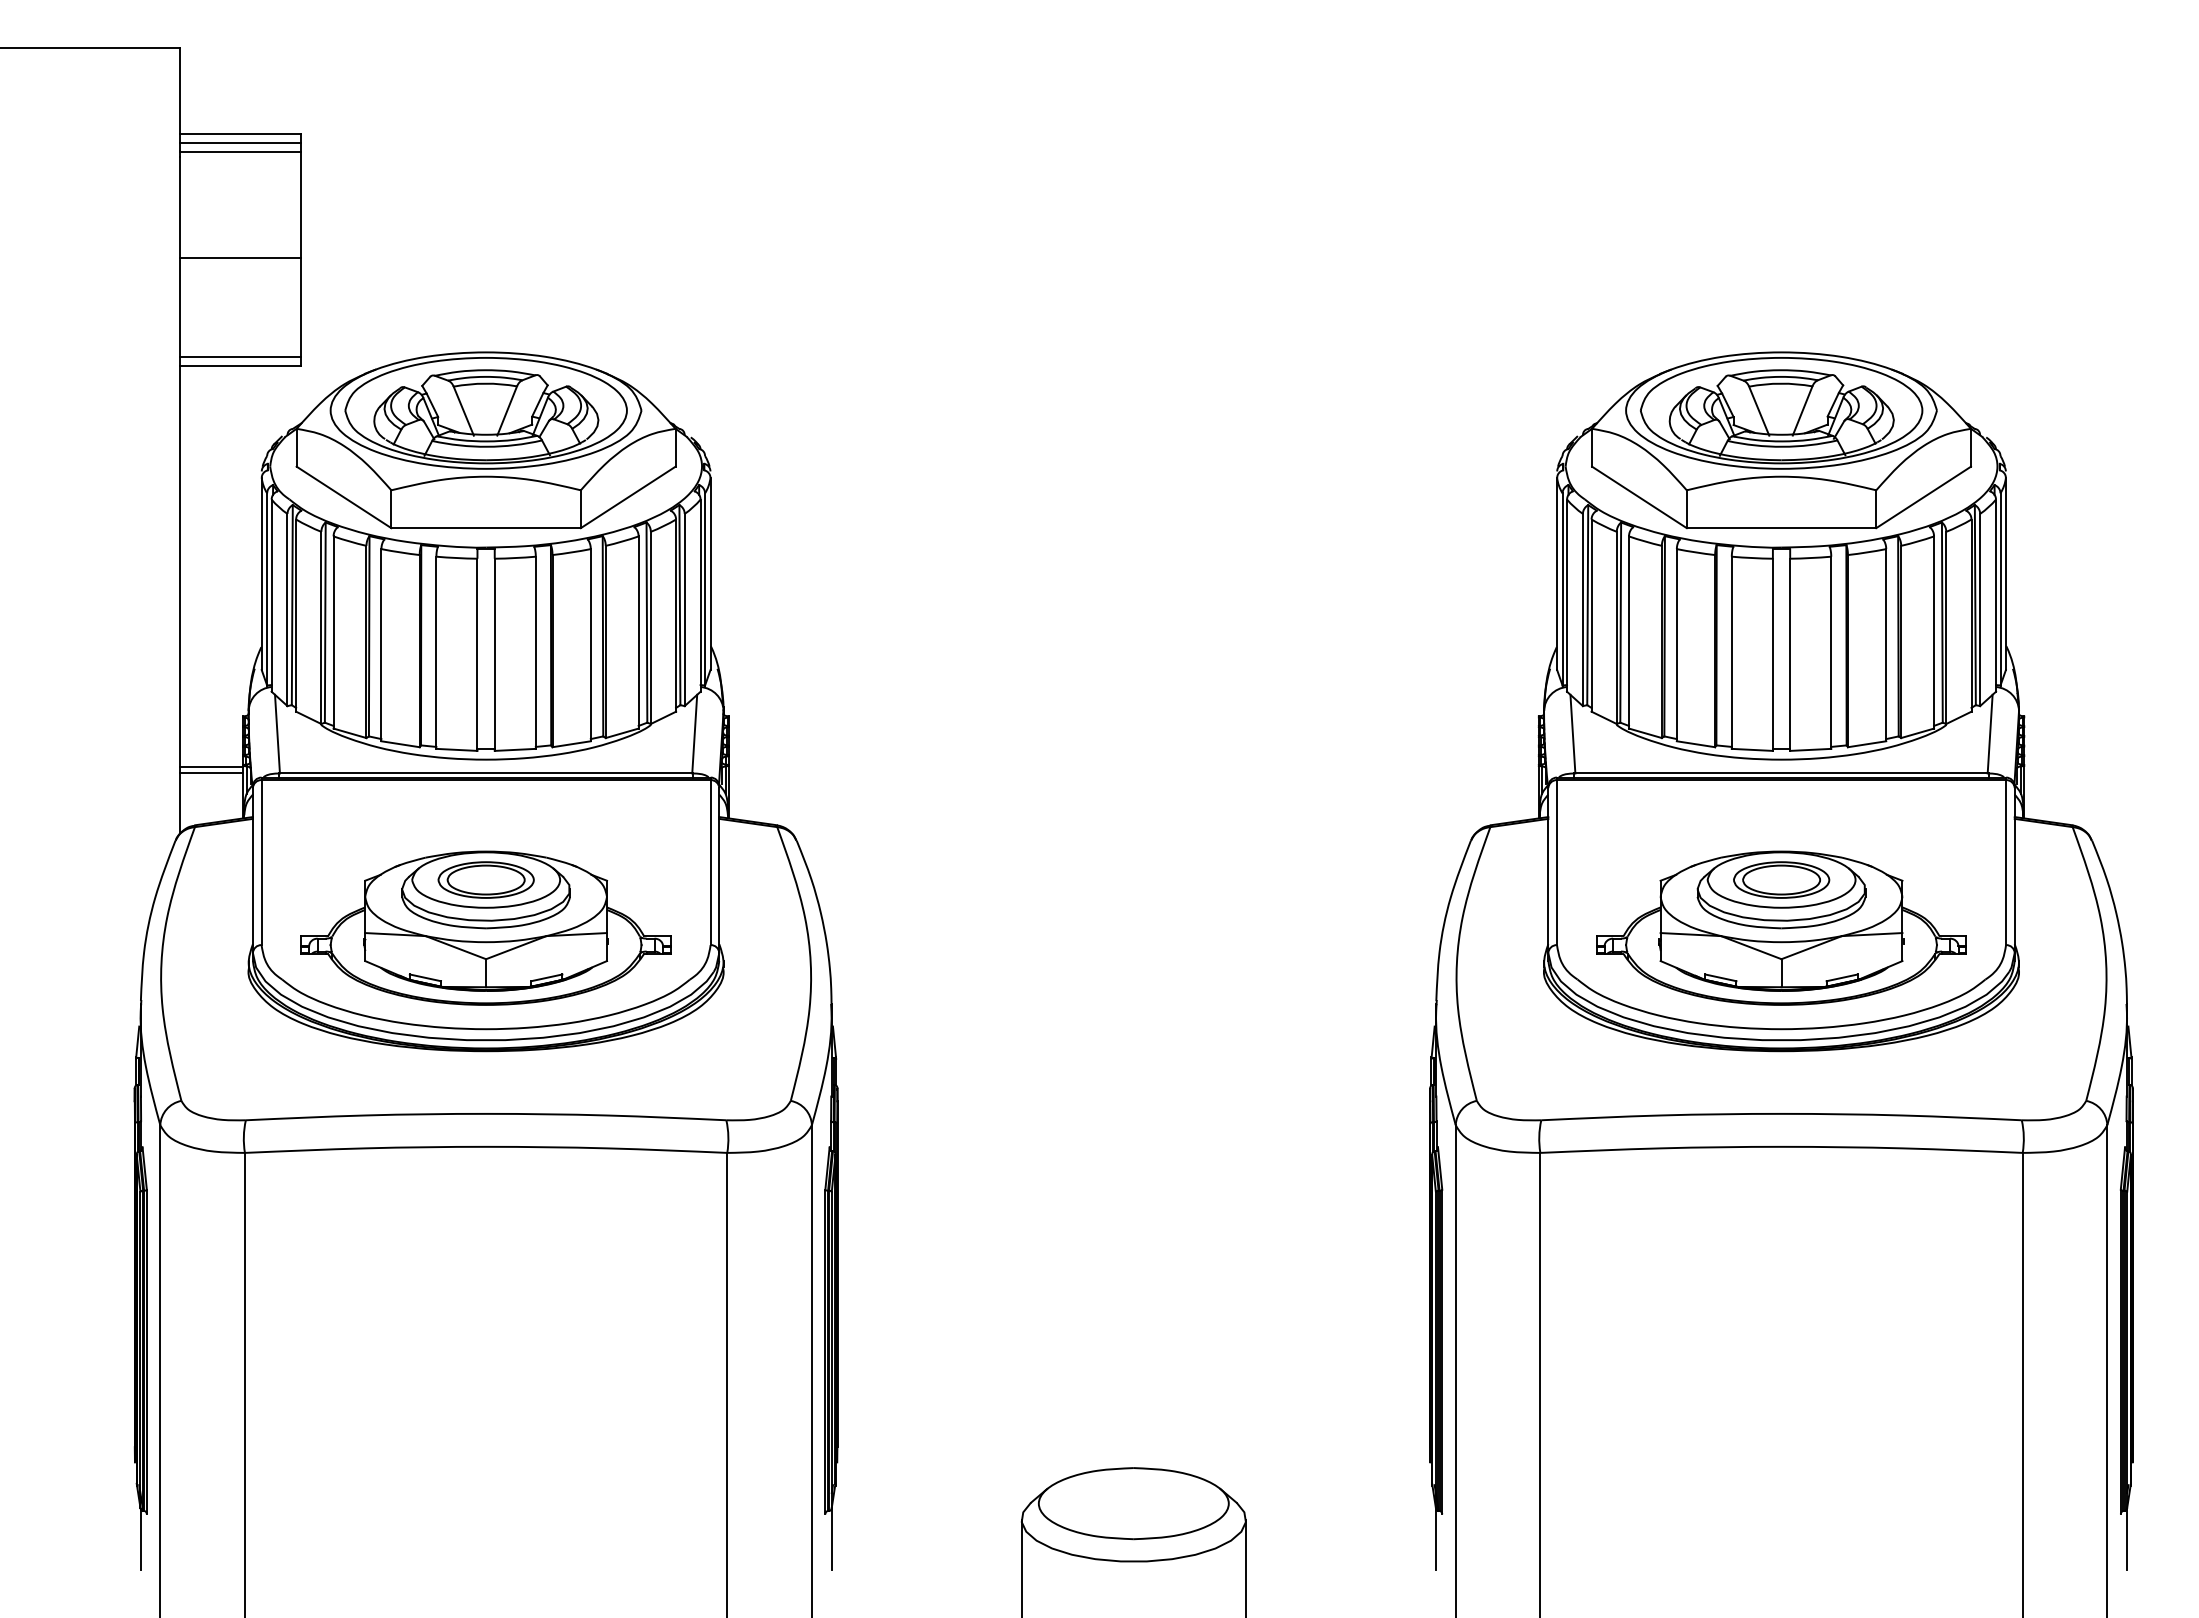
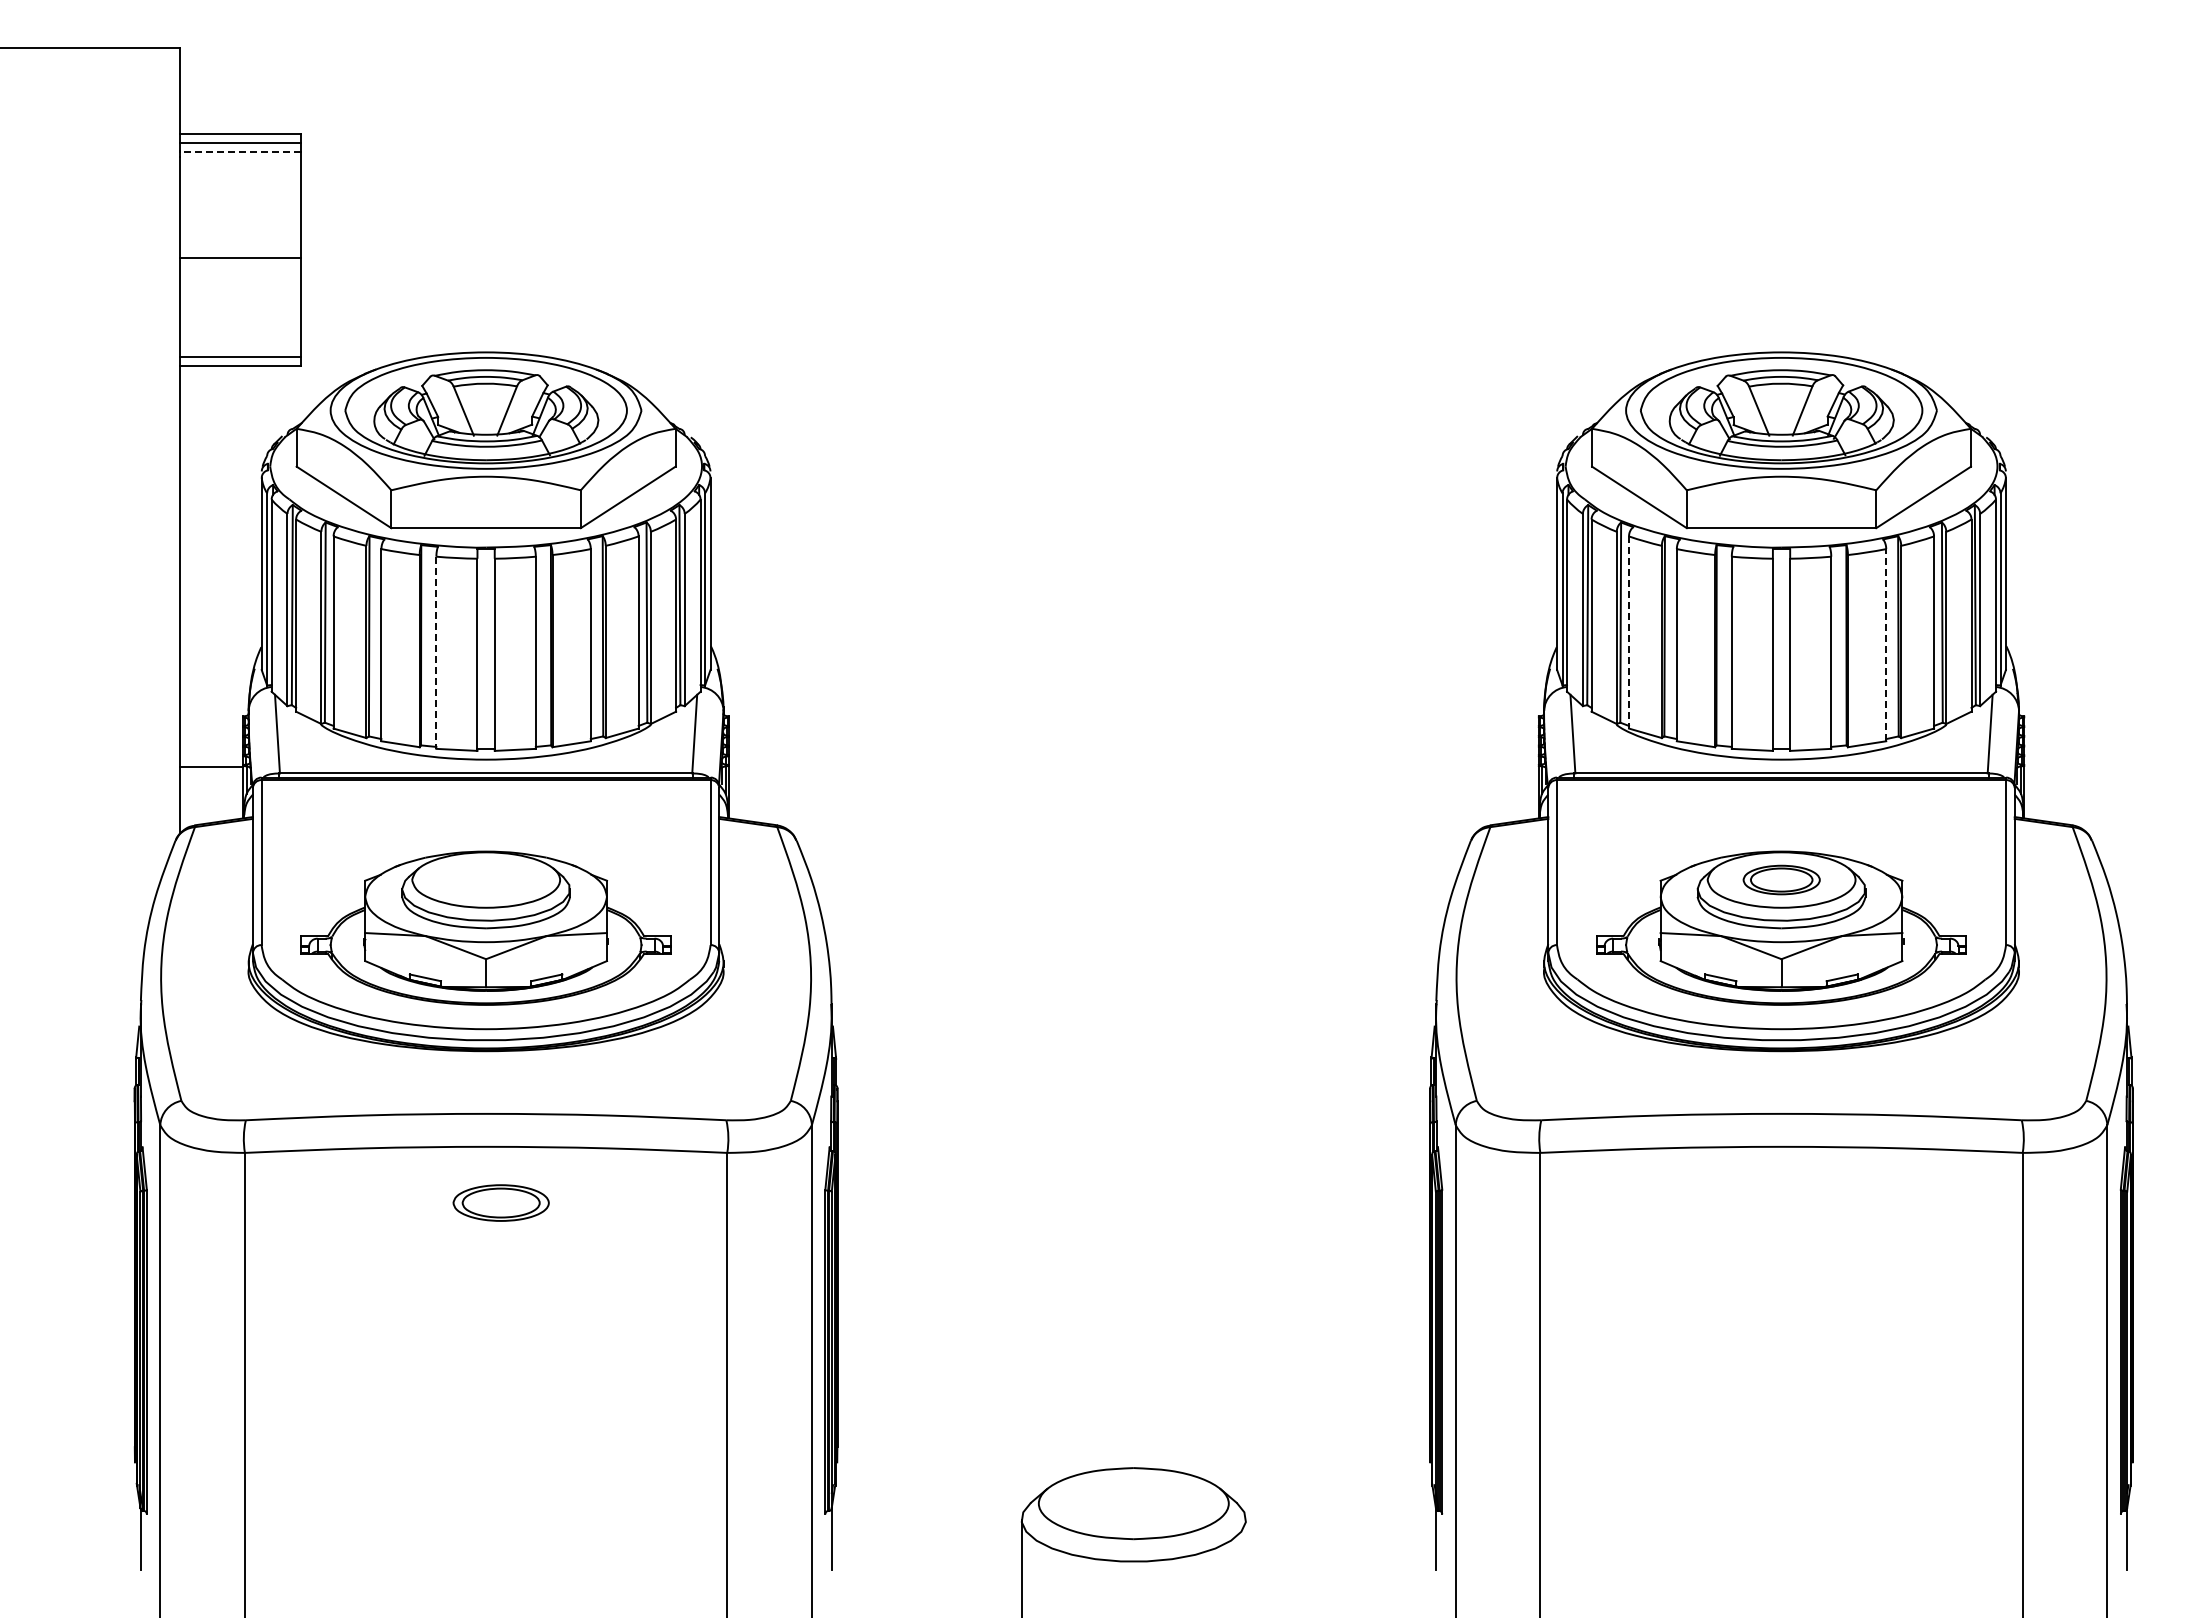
line at (239, 151): solid -> dashed
line at (1628, 632): solid -> dashed
line at (1886, 644): solid -> dashed
line at (436, 653): solid -> dashed
line at (211, 773): present -> none
part at (485, 879) position: (485, 879) -> (500, 1202)
part at (1781, 879) size: 98x38 px -> 79x32 px
line at (1246, 1566): present -> none
